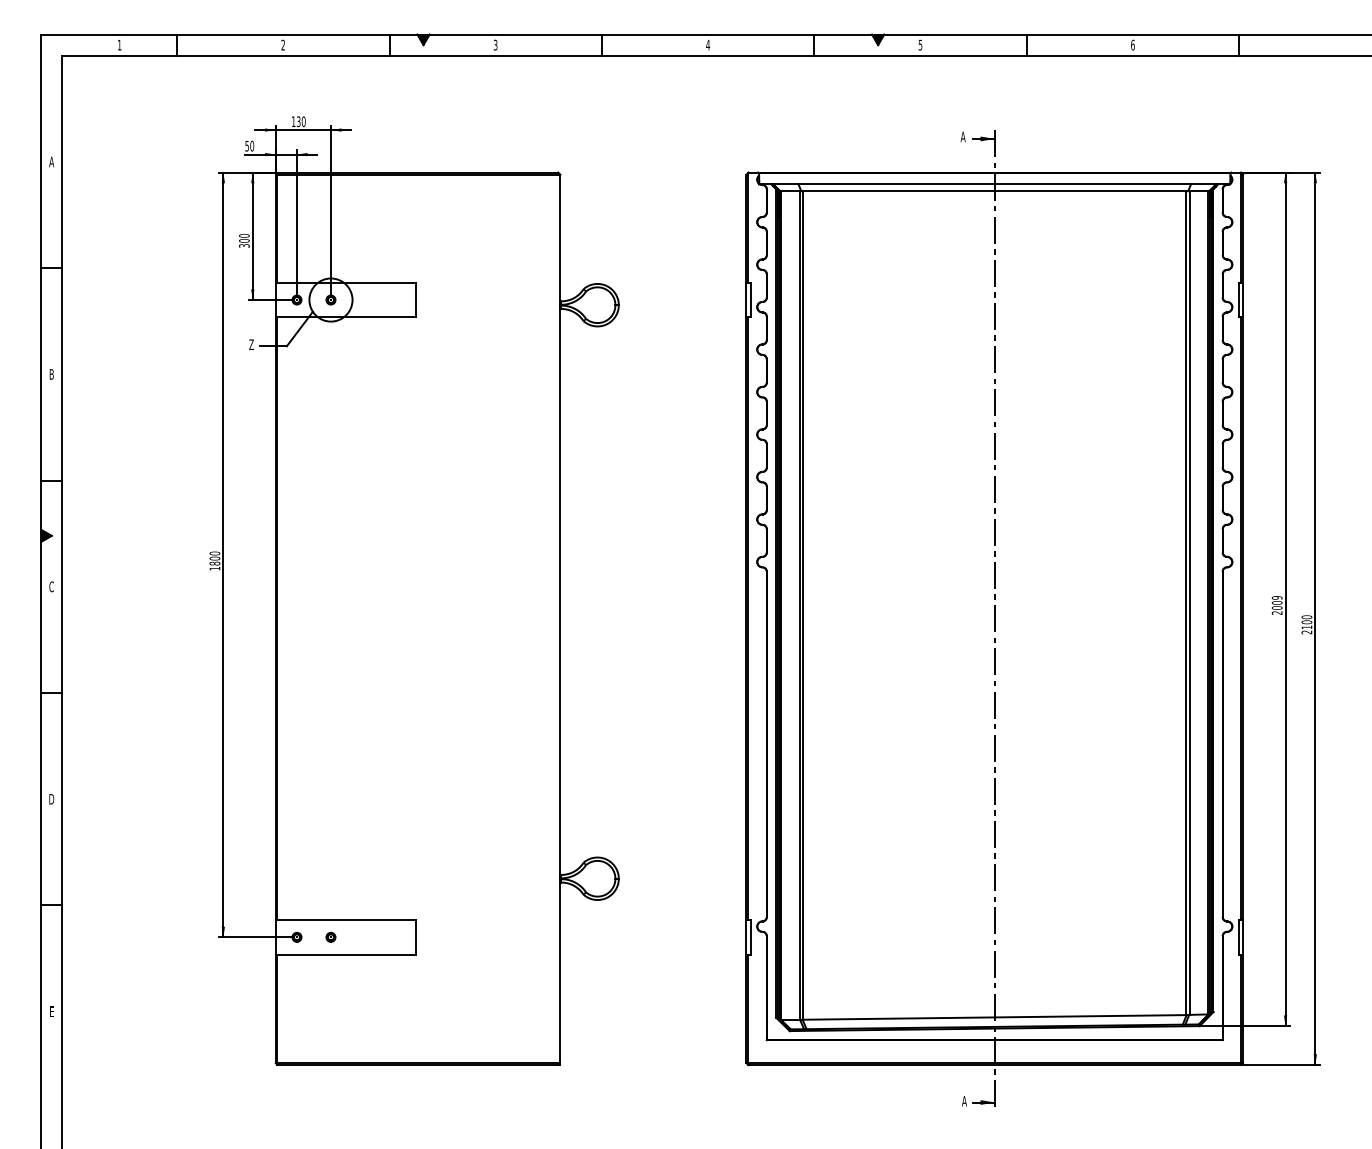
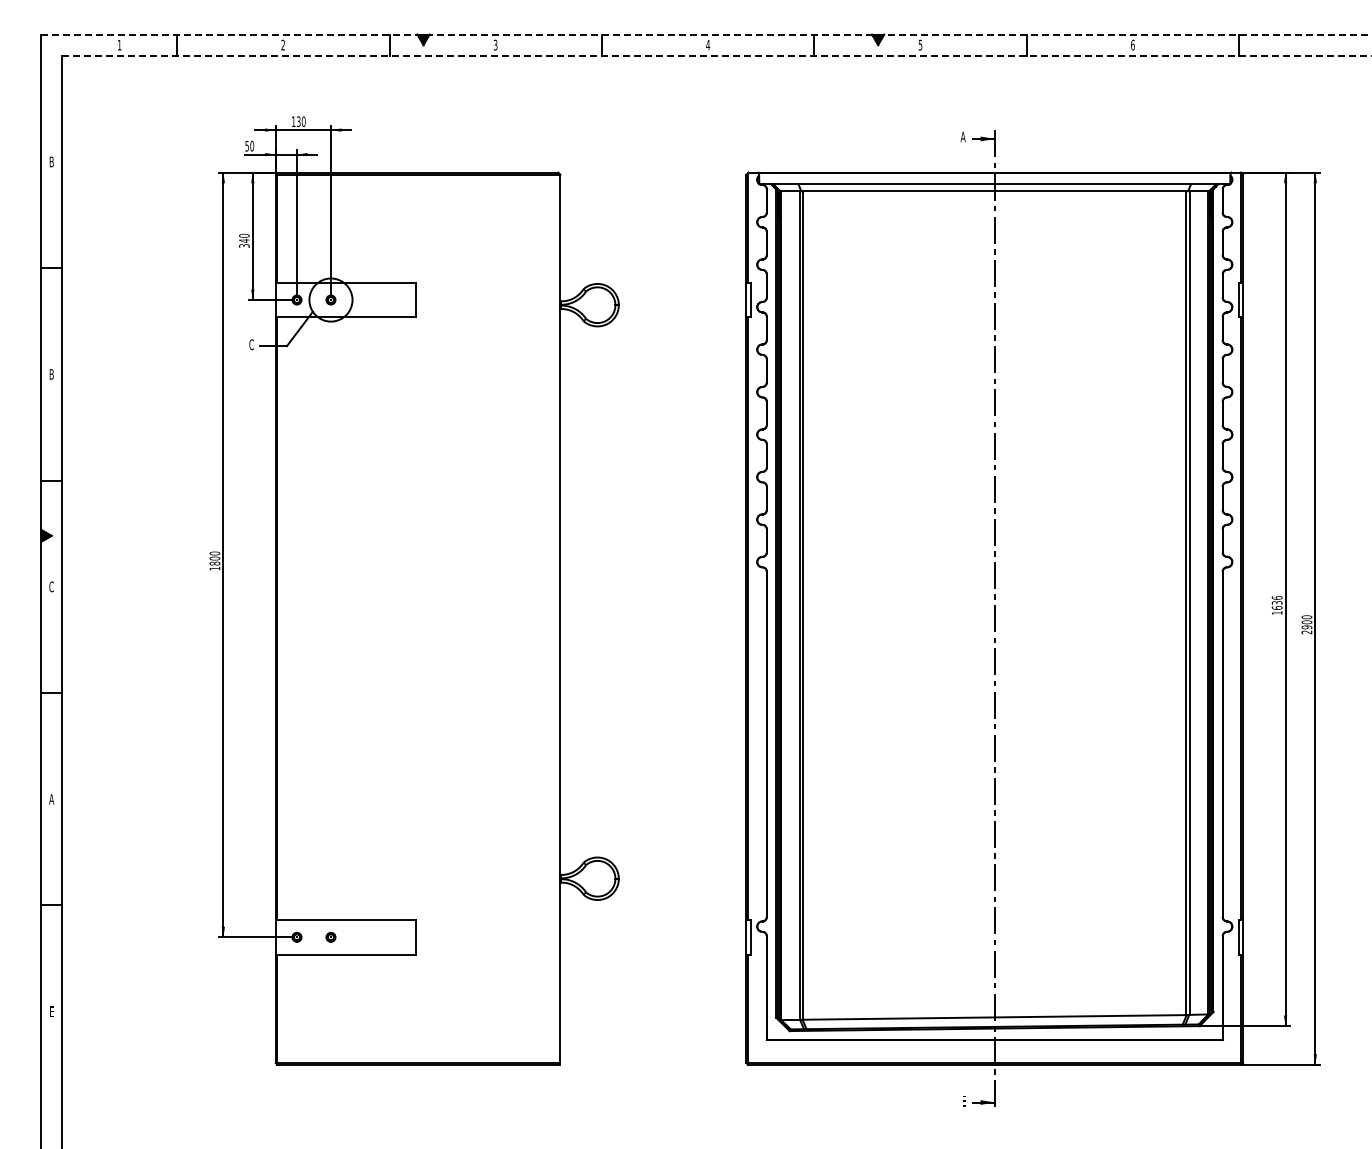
line at (706, 34): solid -> dashed
line at (717, 55): solid -> dashed
text at (51, 161): A -> B
text at (244, 240): 300 -> 340
text at (251, 344): Z -> C
text at (1276, 605): 2009 -> 1636
text at (1306, 627): 2100 -> 2900
text at (51, 799): D -> A
text at (964, 1101): A -> E
